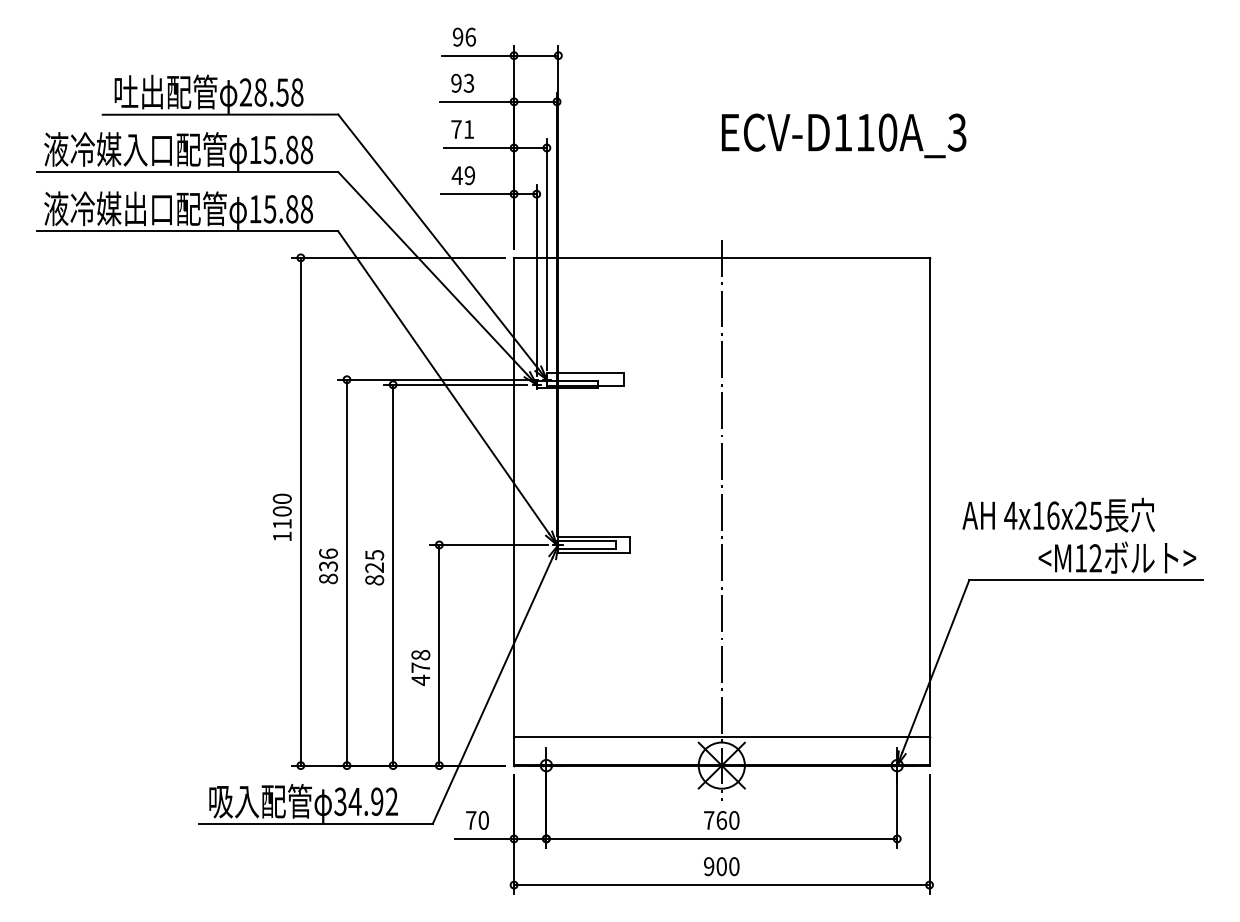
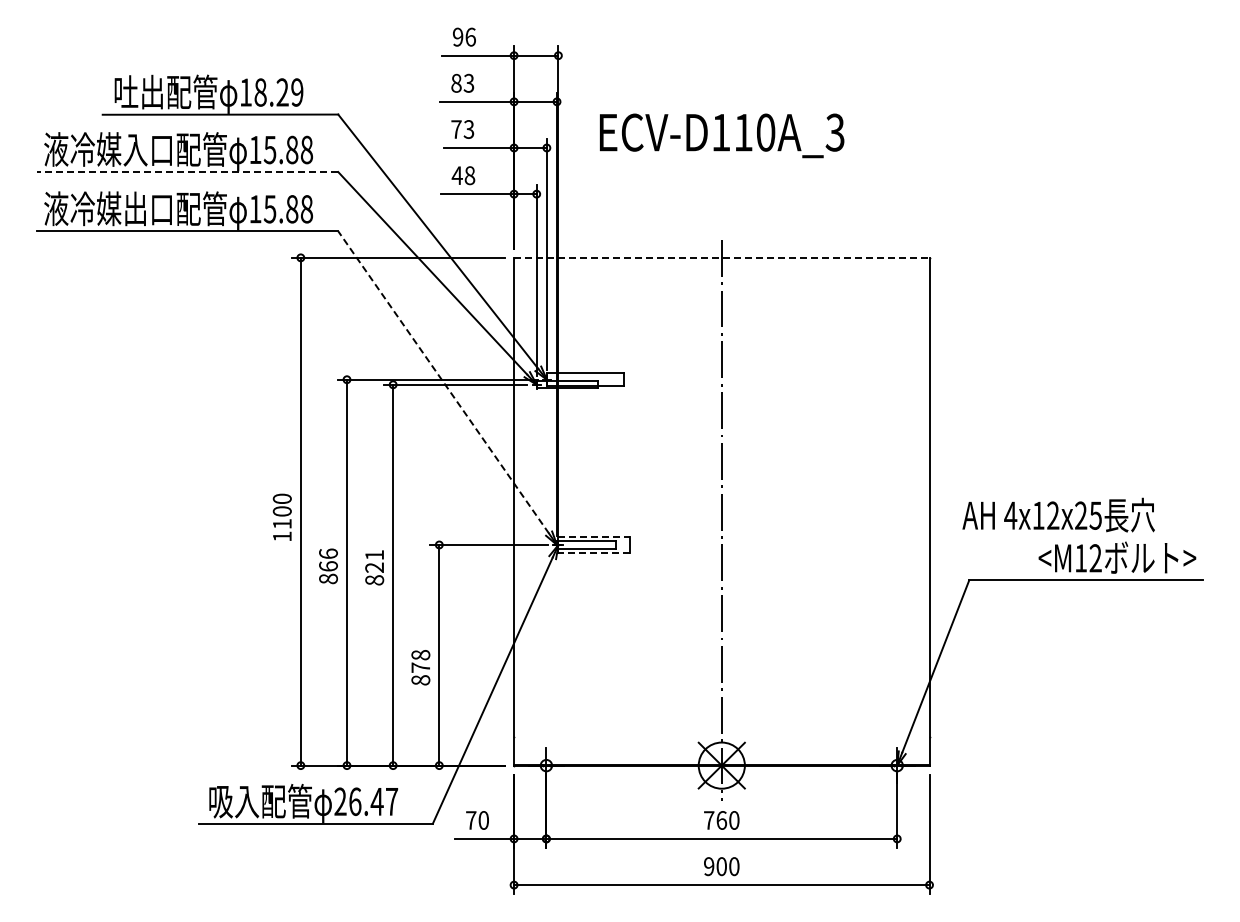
text at (456, 82): 93 -> 83
text at (271, 92): 28.58 -> 18.29
text at (468, 129): 71 -> 73
text at (844, 135) position: (844, 135) -> (722, 135)
line at (187, 172): solid -> dashed
text at (469, 175): 49 -> 48
line at (721, 257): solid -> dashed
line at (443, 382): solid -> dashed
text at (1053, 515): 4x16x25 -> 4x12x25
line at (594, 536): solid -> dashed
line at (594, 553): solid -> dashed
text at (374, 555): 825 -> 821
text at (328, 566): 836 -> 866
text at (420, 680): 478 -> 878
line at (721, 736): present -> none
text at (366, 801): 34.92 -> 26.47
